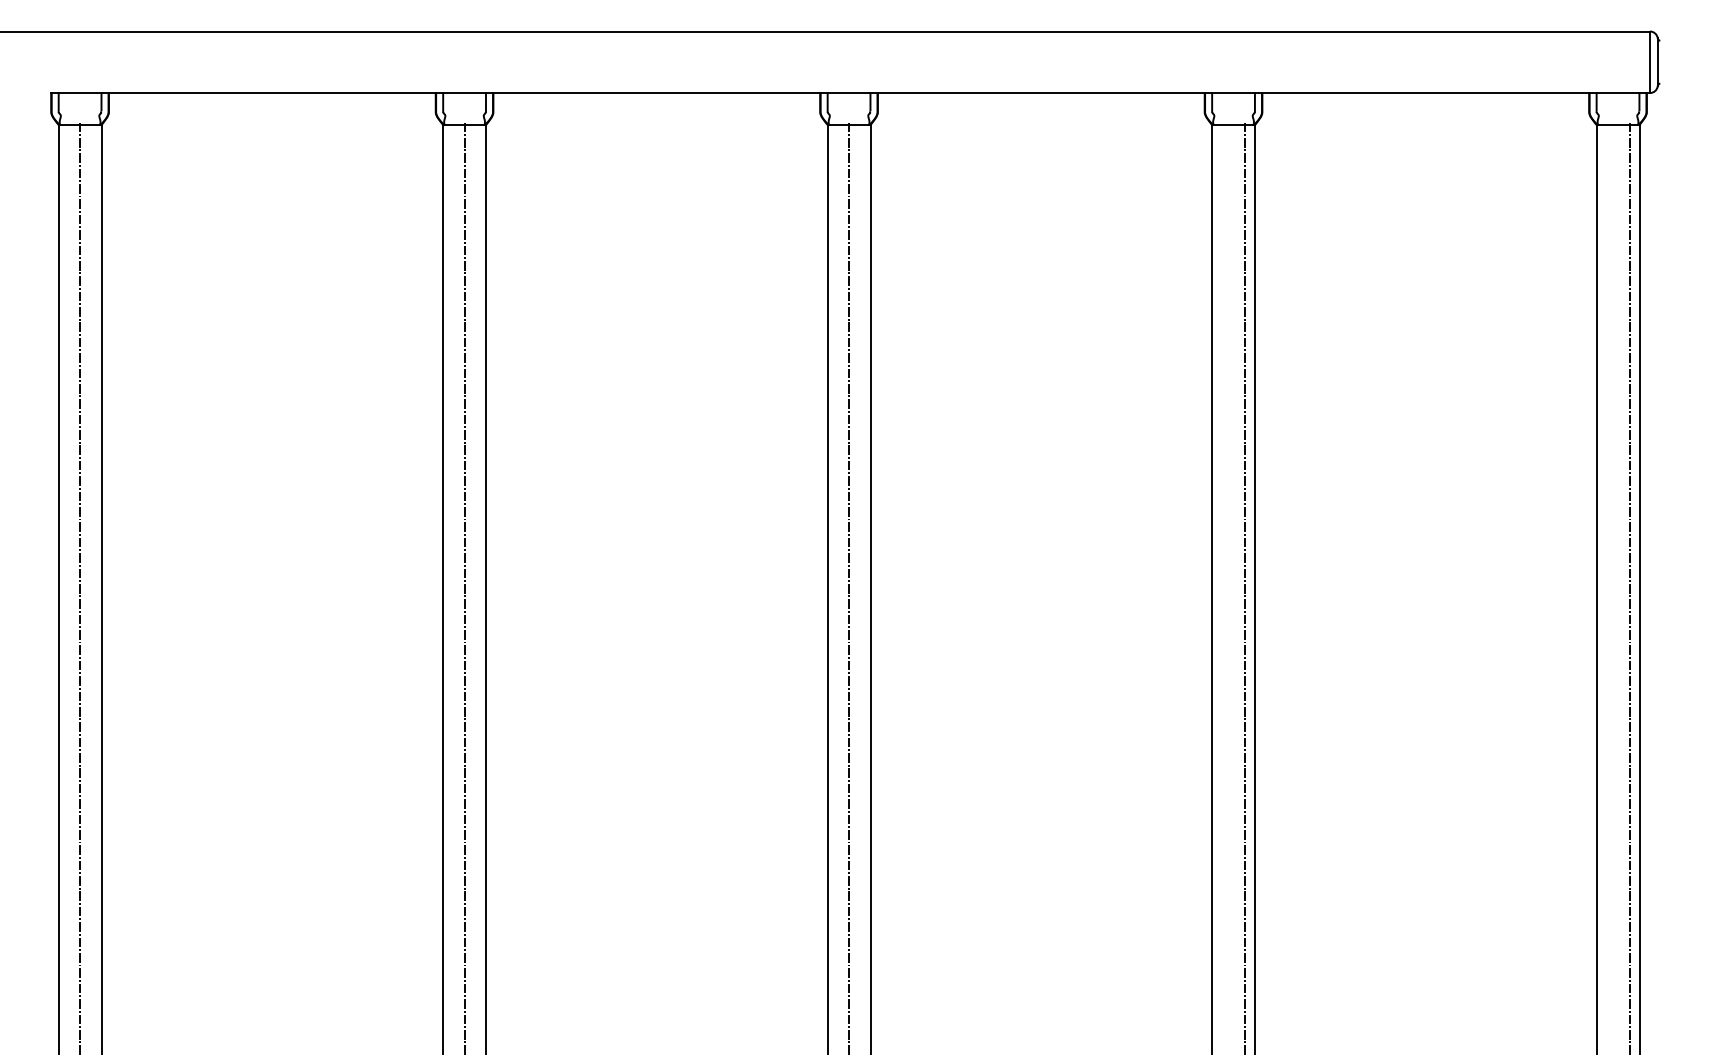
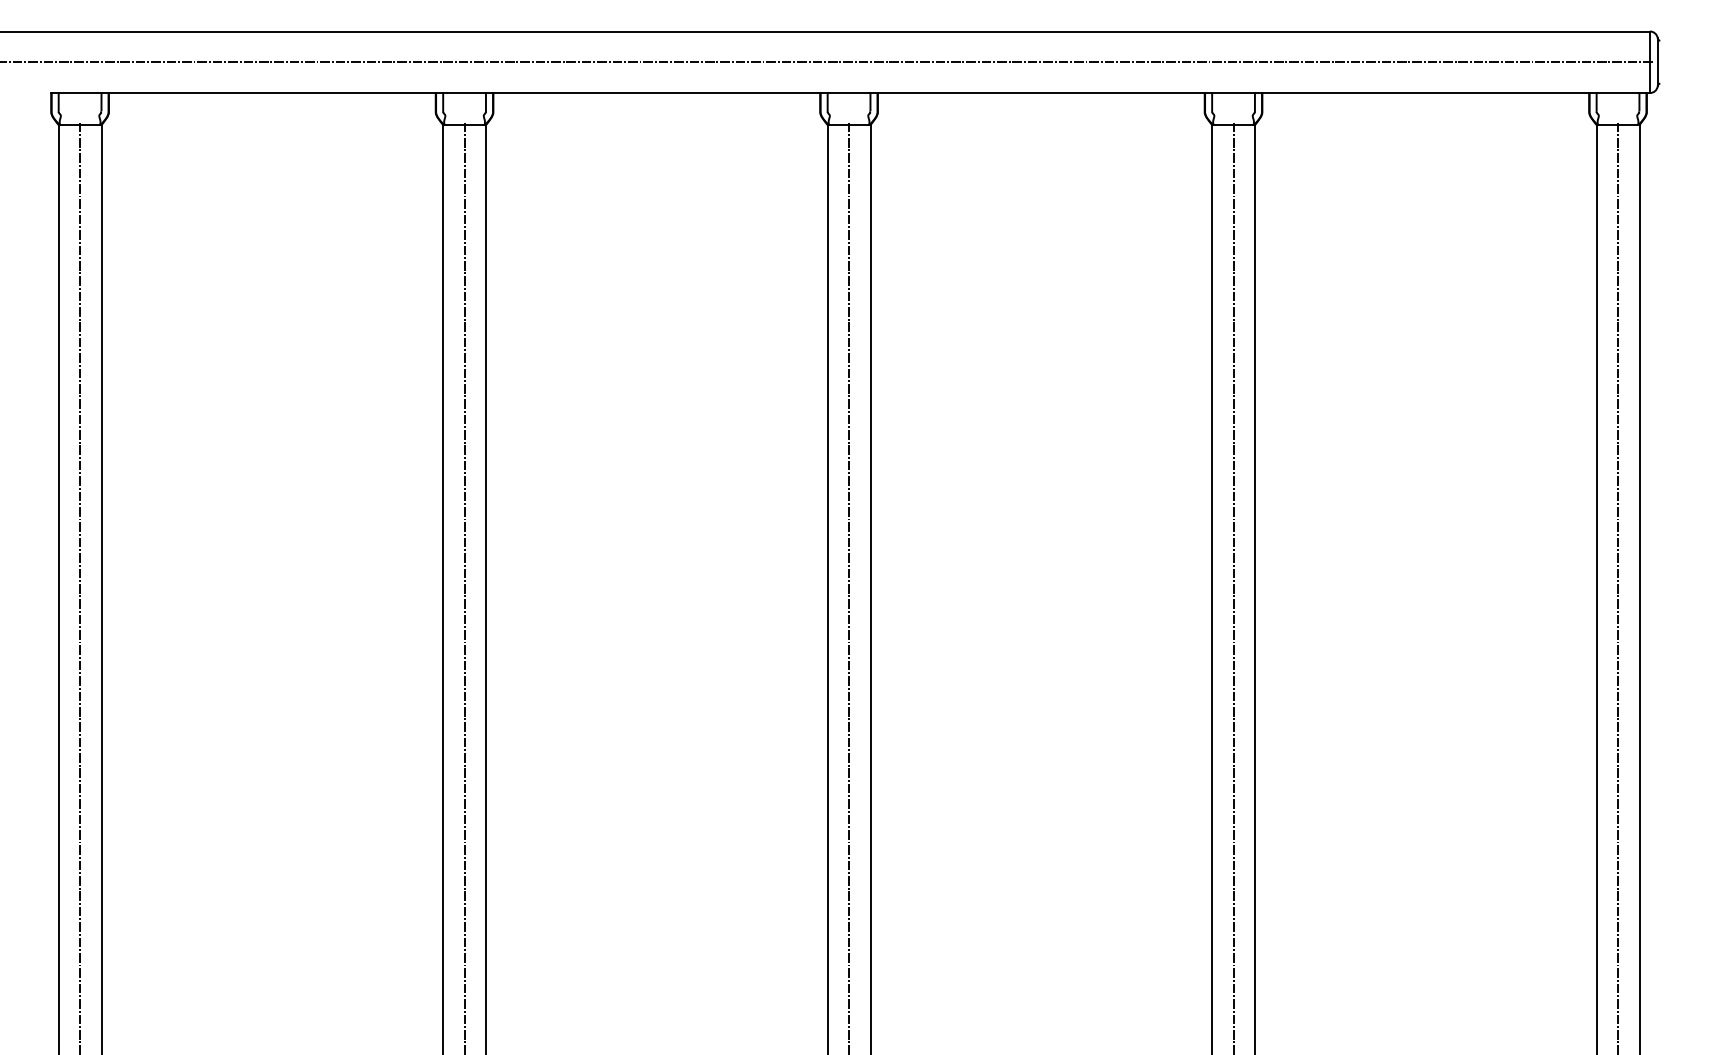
line at (827, 62): none -> present
line at (1244, 586) position: (1244, 586) -> (1233, 586)
line at (1630, 586) position: (1630, 586) -> (1618, 586)
